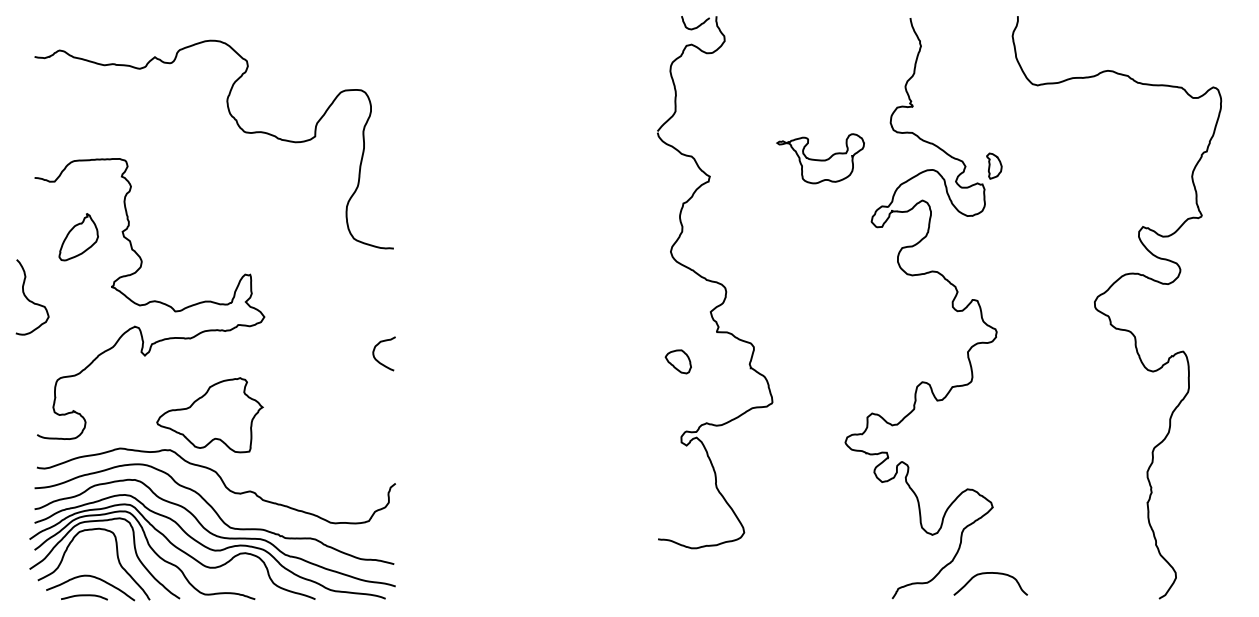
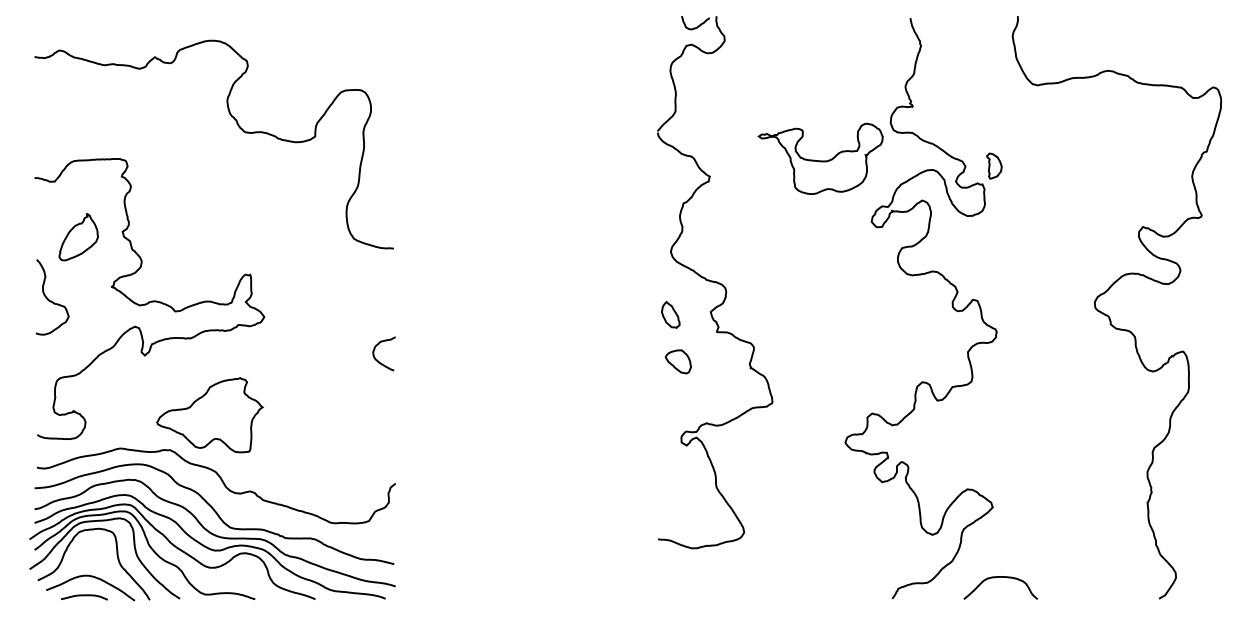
part at (820, 158) size: 89x52 px -> 127x73 px
curve at (31, 300) position: (31, 300) -> (51, 300)
part at (670, 314): none -> present
curve at (990, 573) position: (990, 573) -> (1000, 577)
